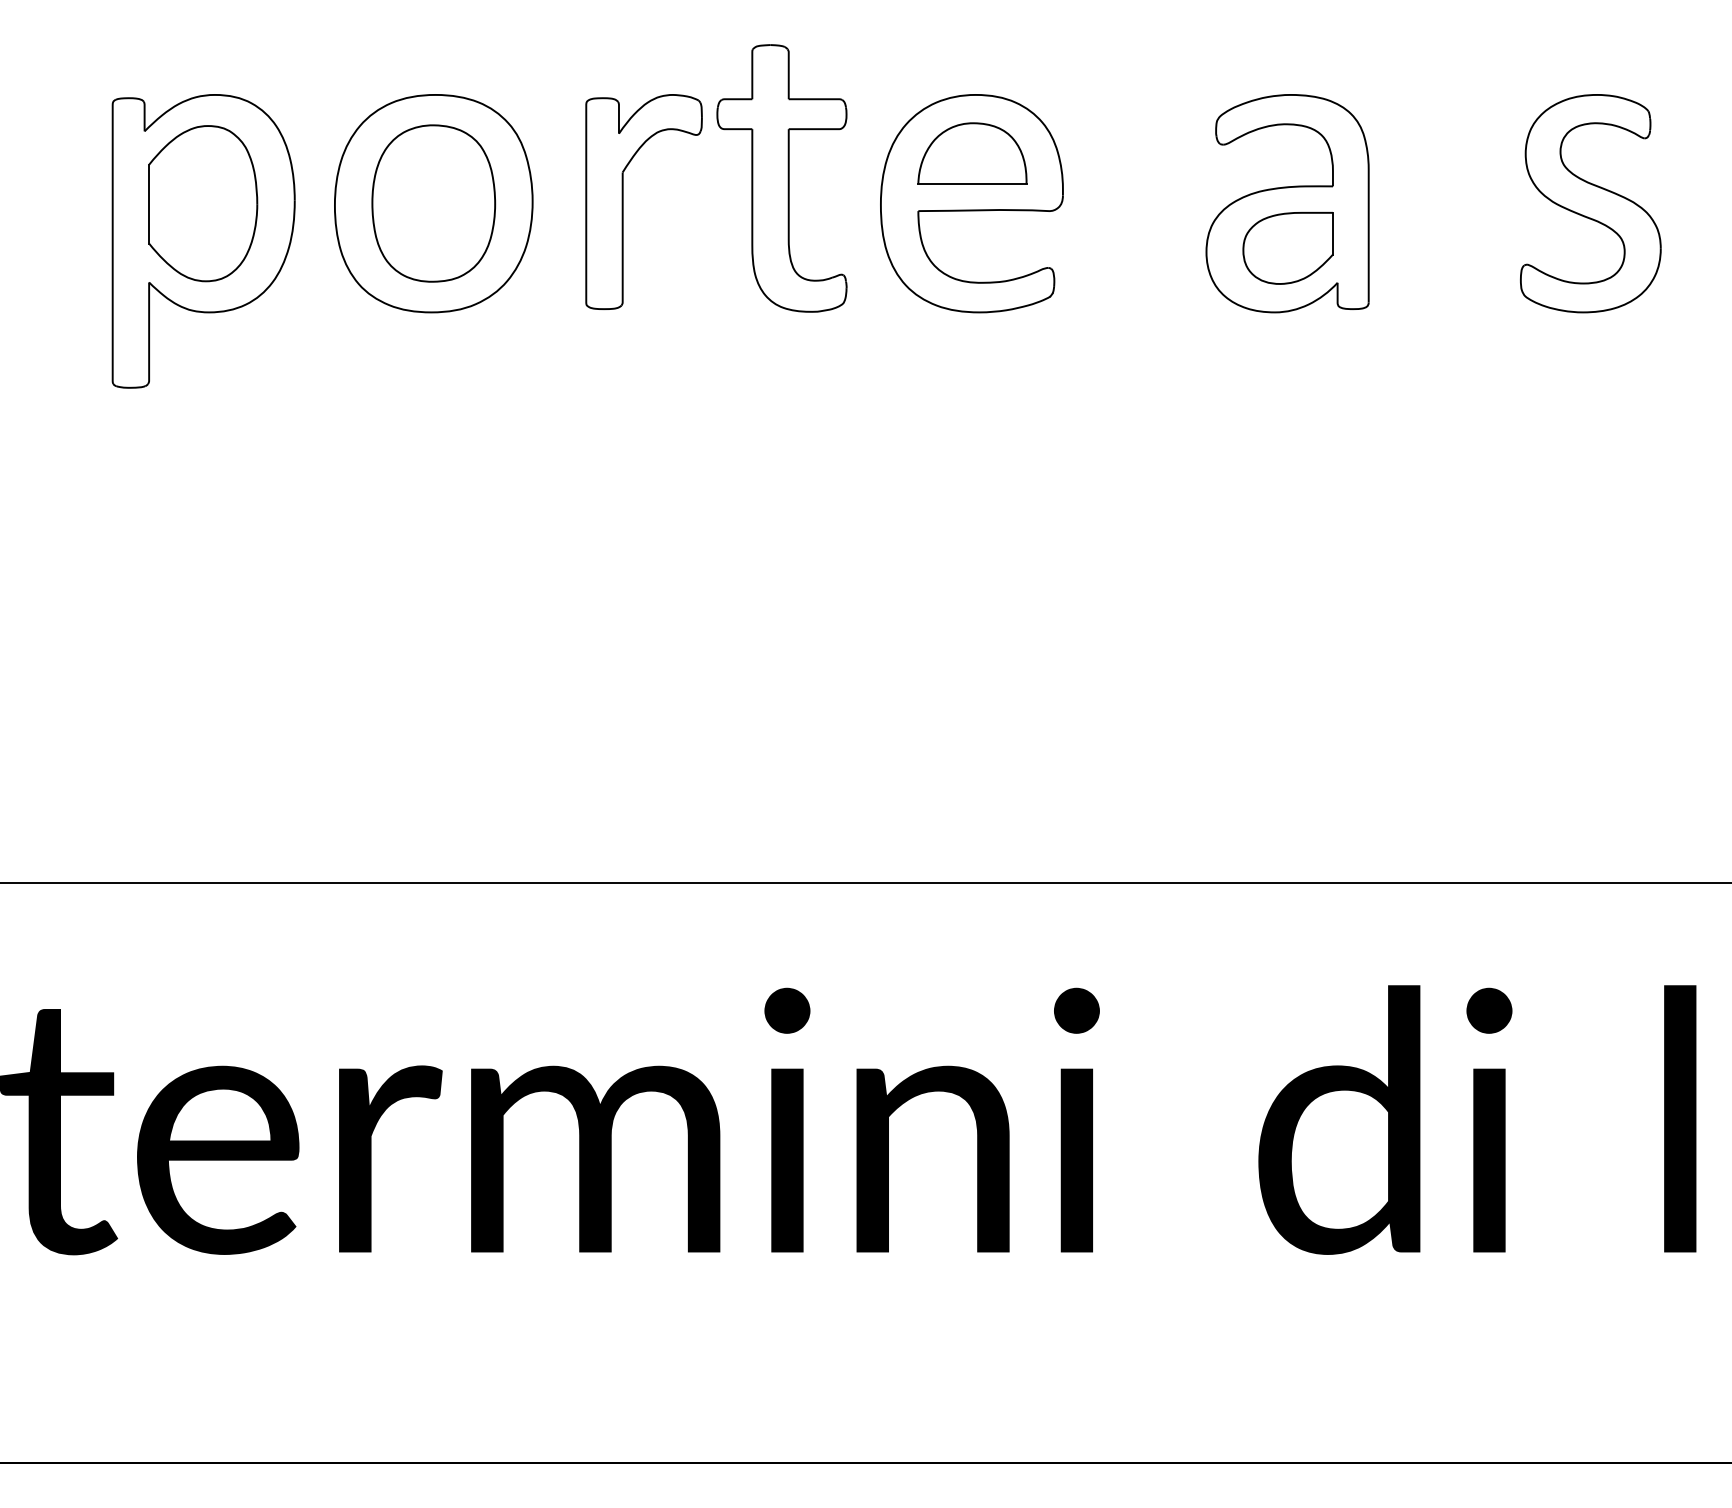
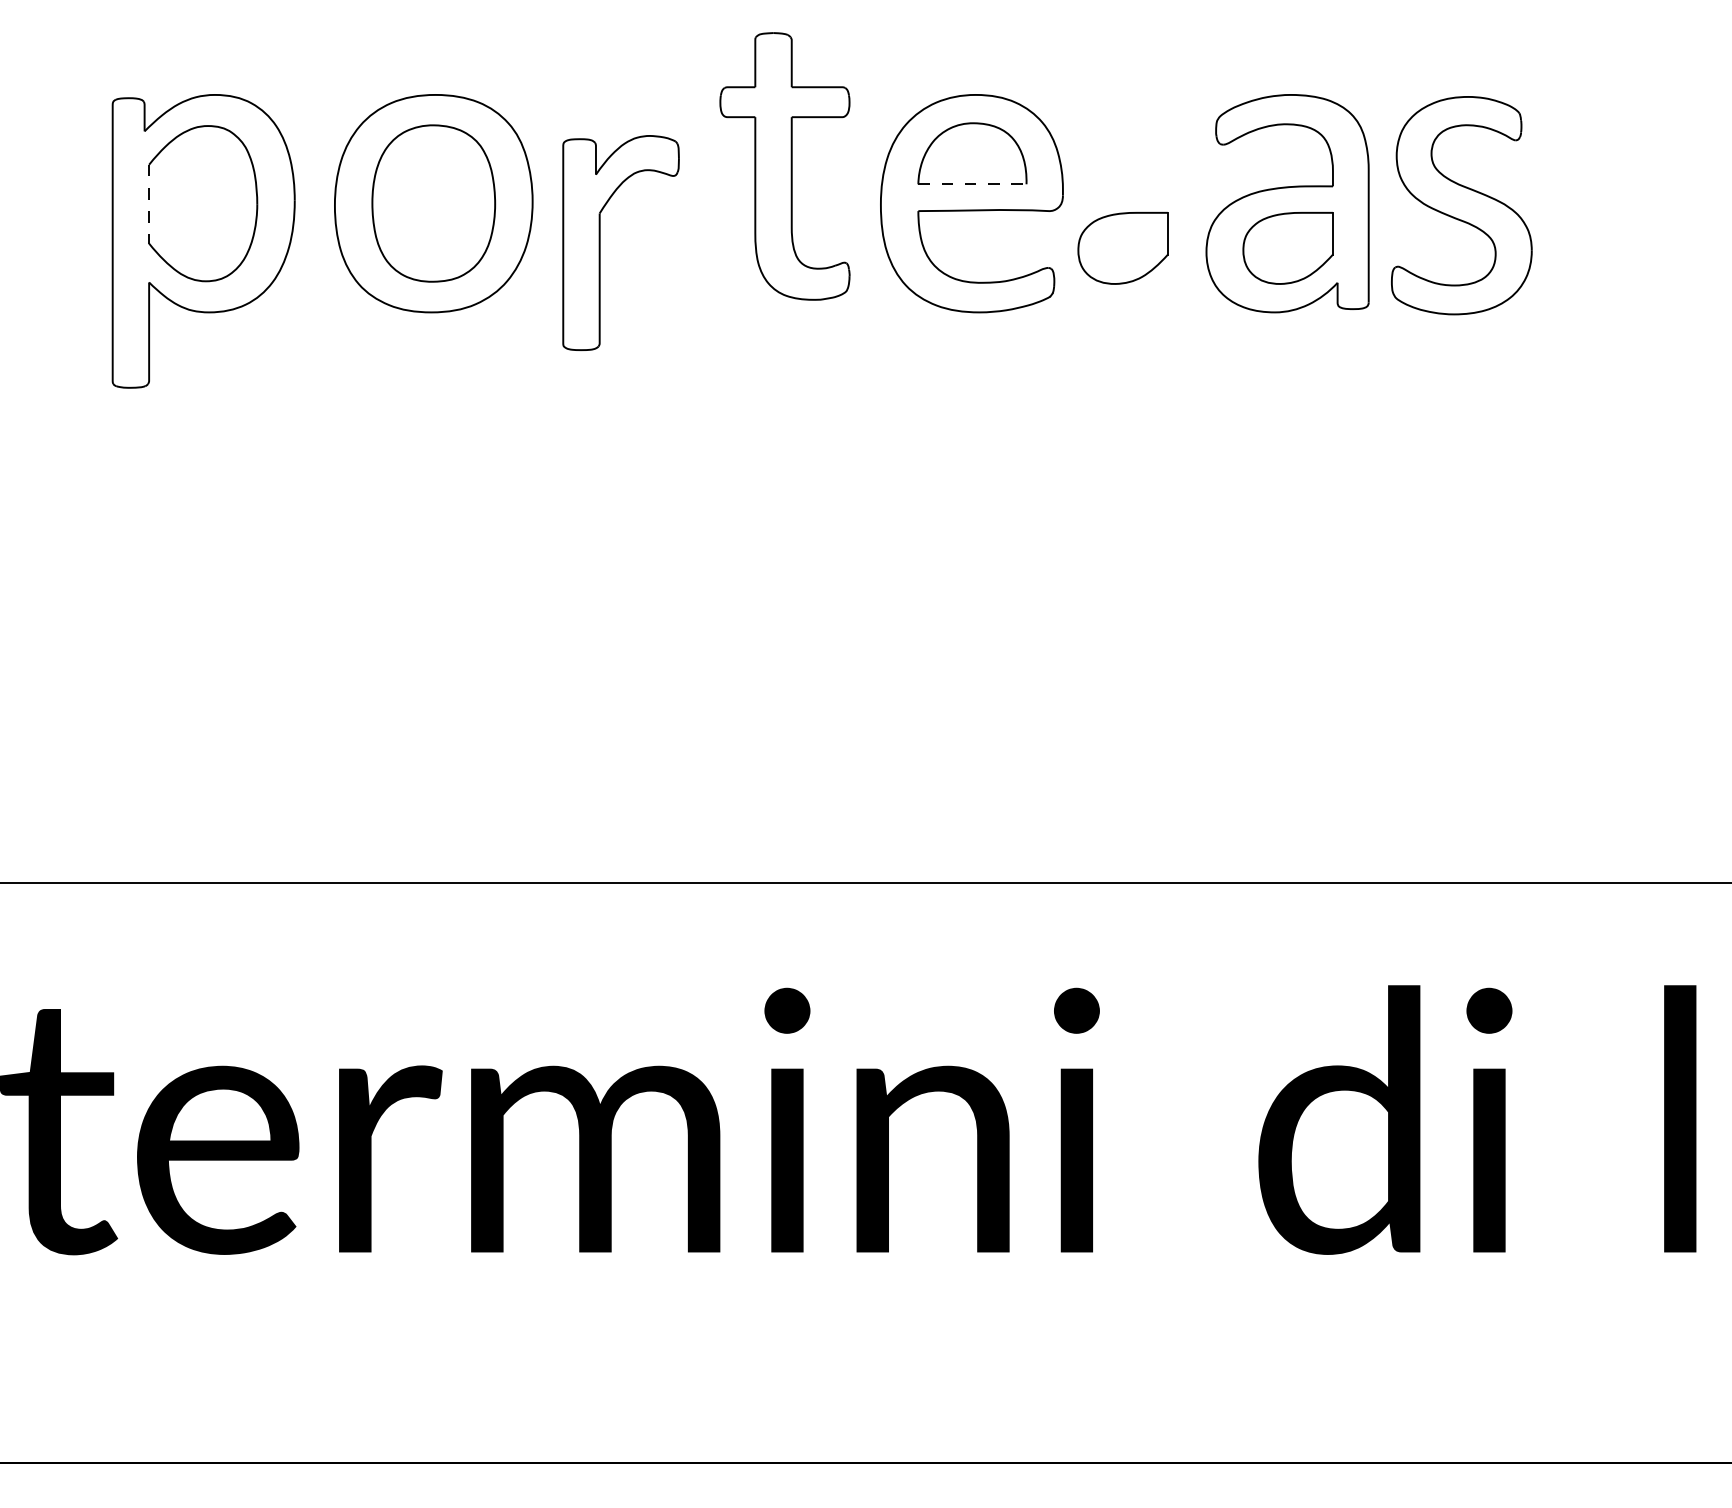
part at (781, 178) position: (781, 178) -> (784, 166)
line at (972, 184): solid -> dashed
part at (623, 201) position: (623, 201) -> (600, 242)
part at (1590, 203) position: (1590, 203) -> (1461, 205)
line at (149, 204): solid -> dashed
part at (1122, 248): none -> present
